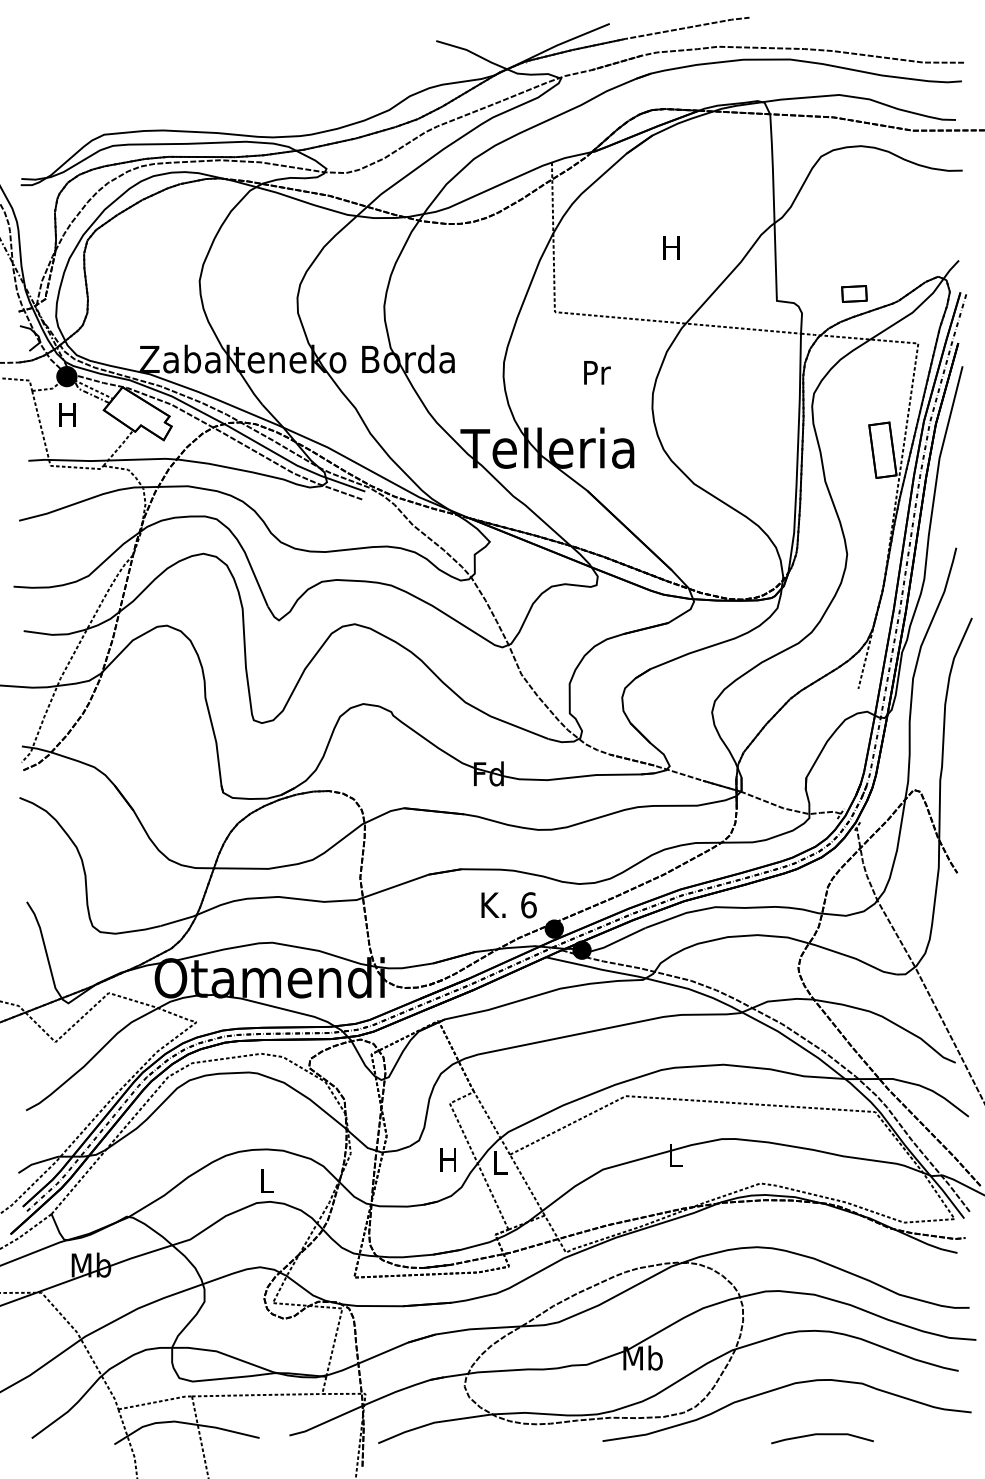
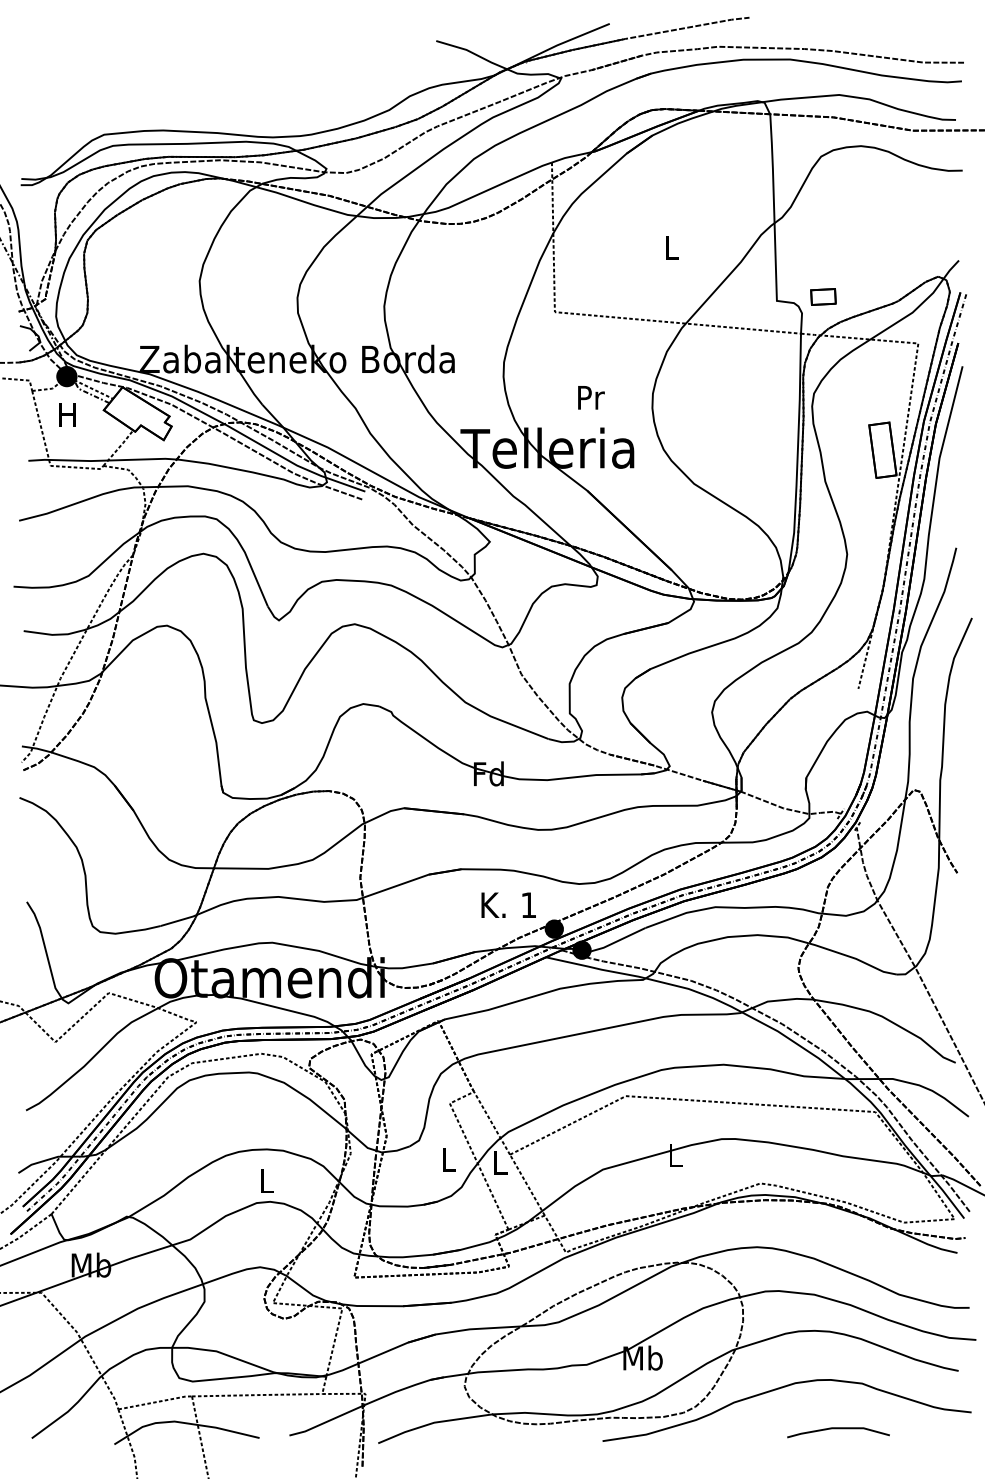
text at (671, 247): H -> L
part at (854, 293) position: (854, 293) -> (823, 296)
text at (597, 372) position: (597, 372) -> (591, 397)
text at (528, 905): 6 -> 1
text at (447, 1159): H -> L
line at (822, 1435) position: (822, 1435) -> (838, 1429)
